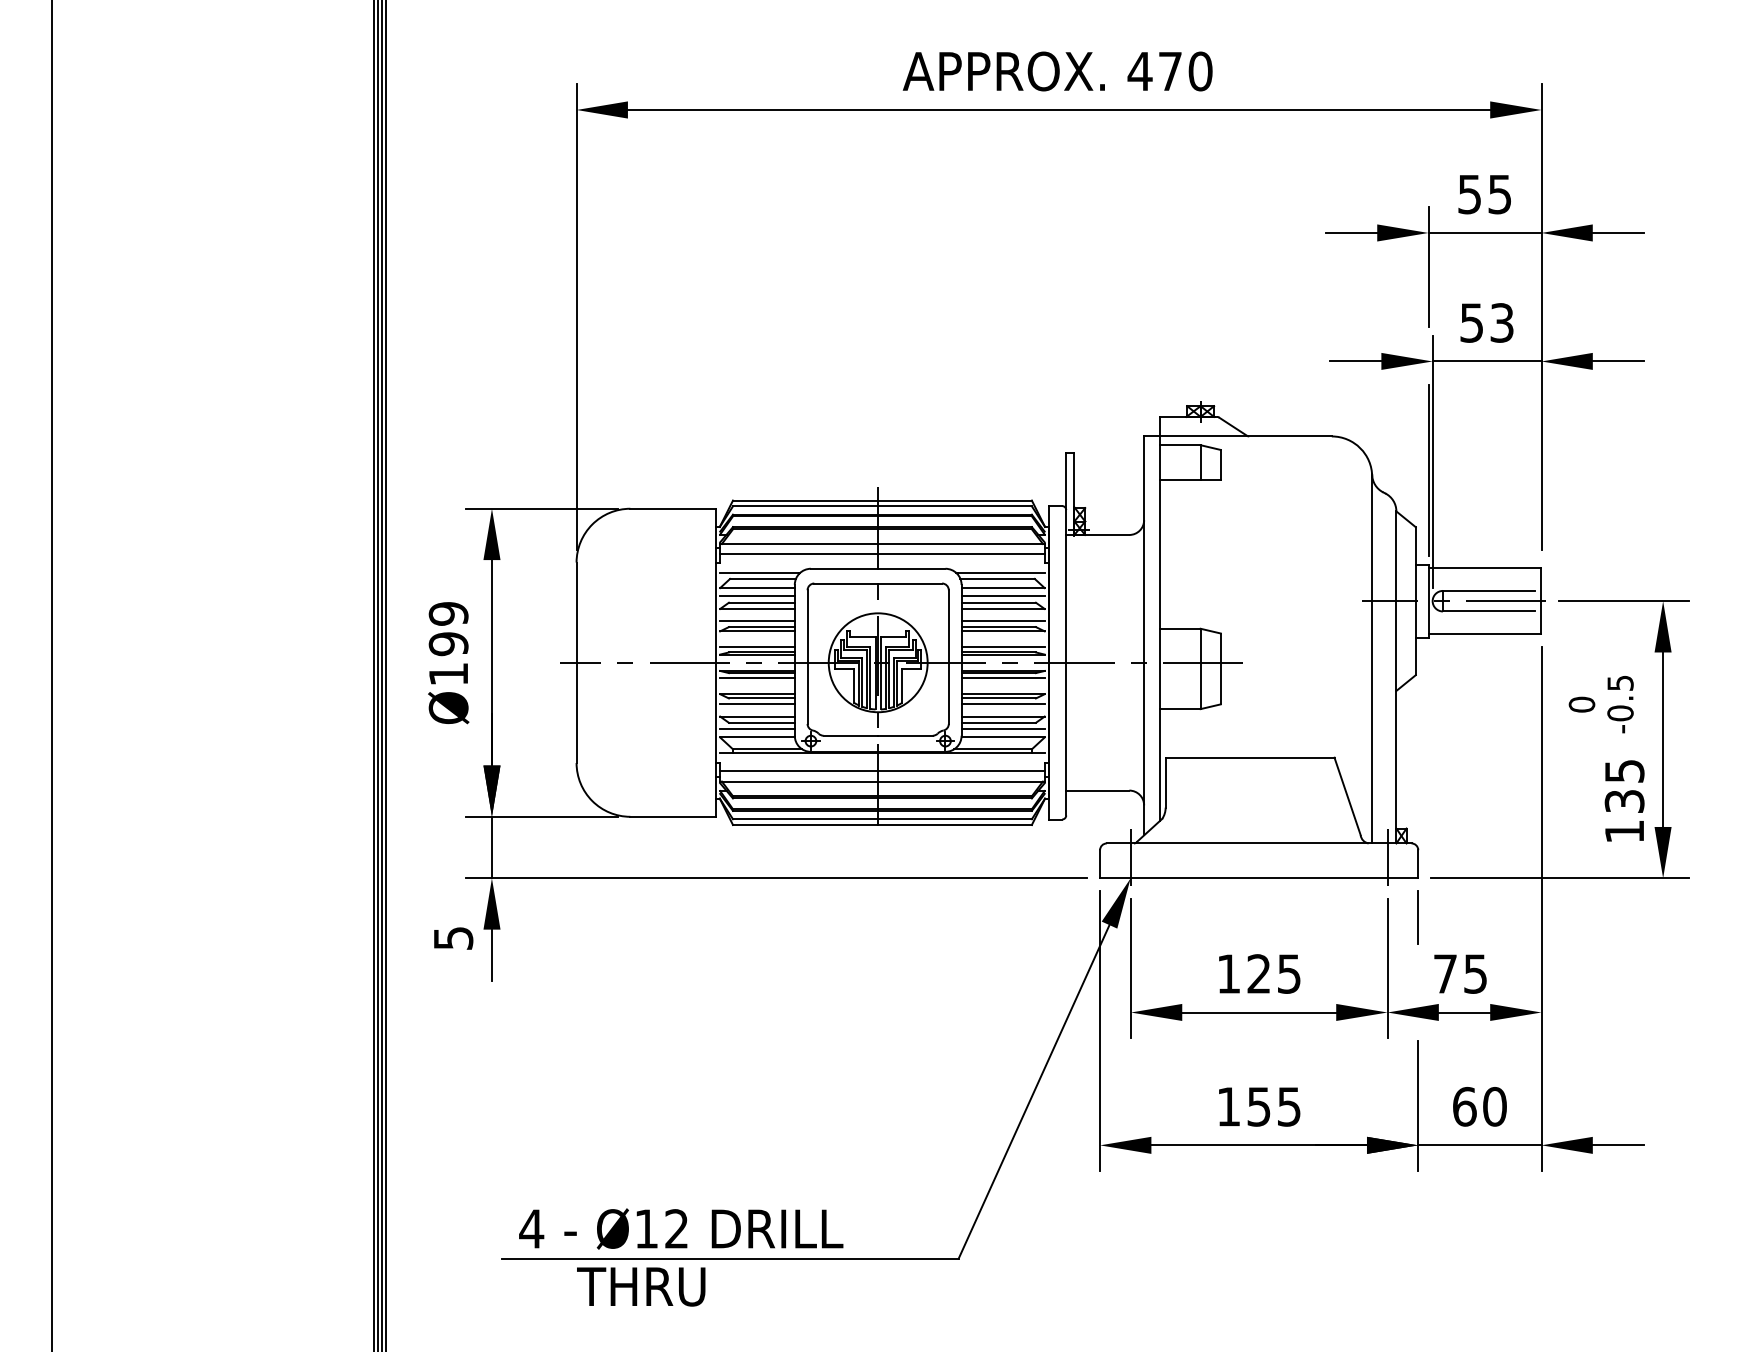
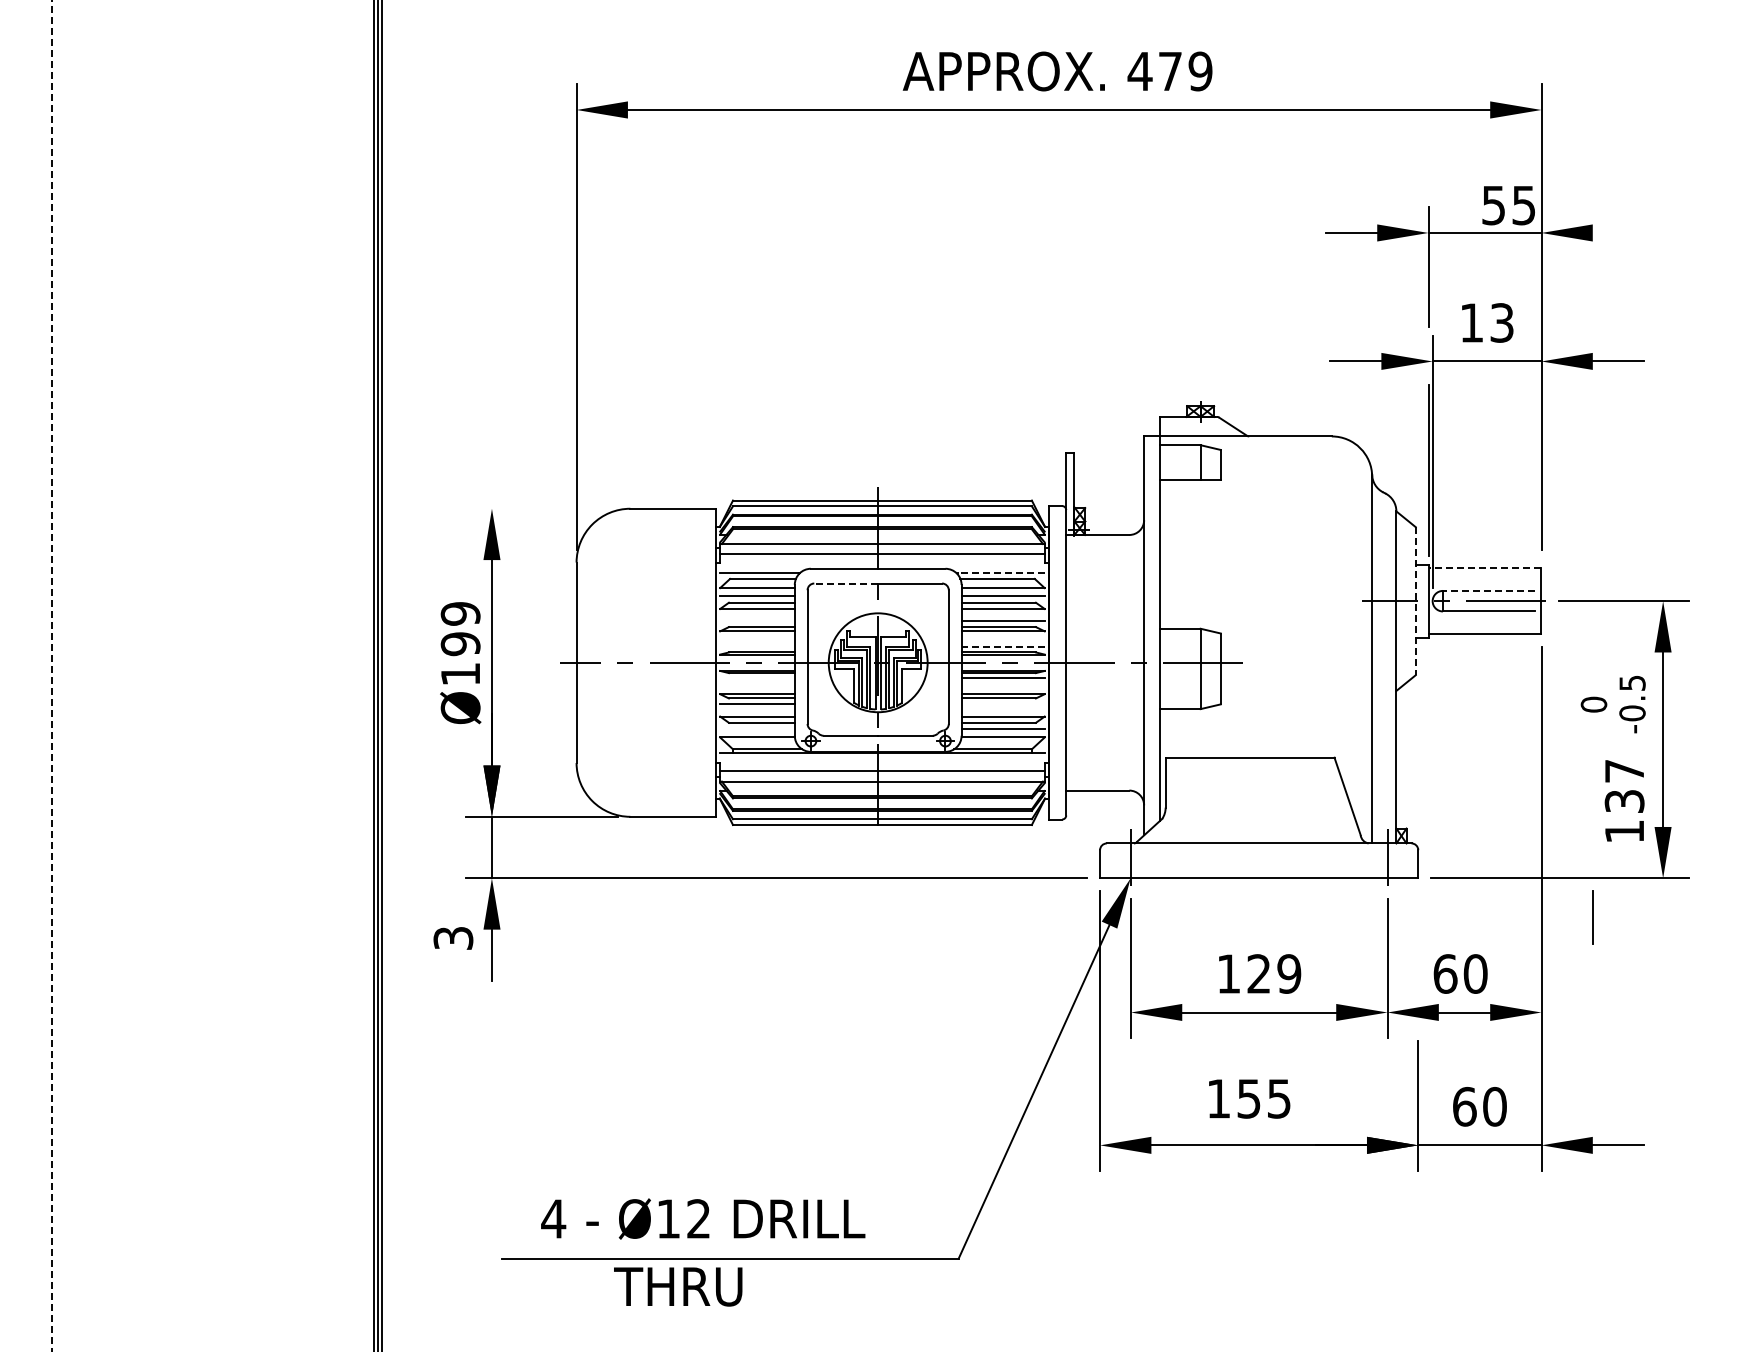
text at (1200, 71): 470 -> 479
text at (1484, 194) position: (1484, 194) -> (1508, 205)
line at (1618, 232): present -> none
text at (1471, 322): 53 -> 13
line at (541, 508): present -> none
line at (1484, 568): solid -> dashed
line at (999, 572): solid -> dashed
line at (846, 583): solid -> dashed
line at (1488, 590): solid -> dashed
line at (1415, 601): solid -> dashed
line at (757, 621): present -> none
line at (757, 647): present -> none
line at (1003, 647): solid -> dashed
text at (448, 663) position: (448, 663) -> (460, 663)
line at (385, 675): present -> none
line at (52, 676): solid -> dashed
line at (757, 678): present -> none
line at (1002, 704): present -> none
text at (1600, 704) position: (1600, 704) -> (1612, 704)
line at (757, 729): present -> none
text at (1624, 771): 135 -> 137
line at (1417, 917) position: (1417, 917) -> (1592, 917)
text at (452, 938): 5 -> 3
text at (1289, 973): 125 -> 129
text at (1460, 973): 75 -> 60
text at (1259, 1106) position: (1259, 1106) -> (1249, 1098)
text at (681, 1228) position: (681, 1228) -> (703, 1218)
text at (641, 1286) position: (641, 1286) -> (678, 1286)
